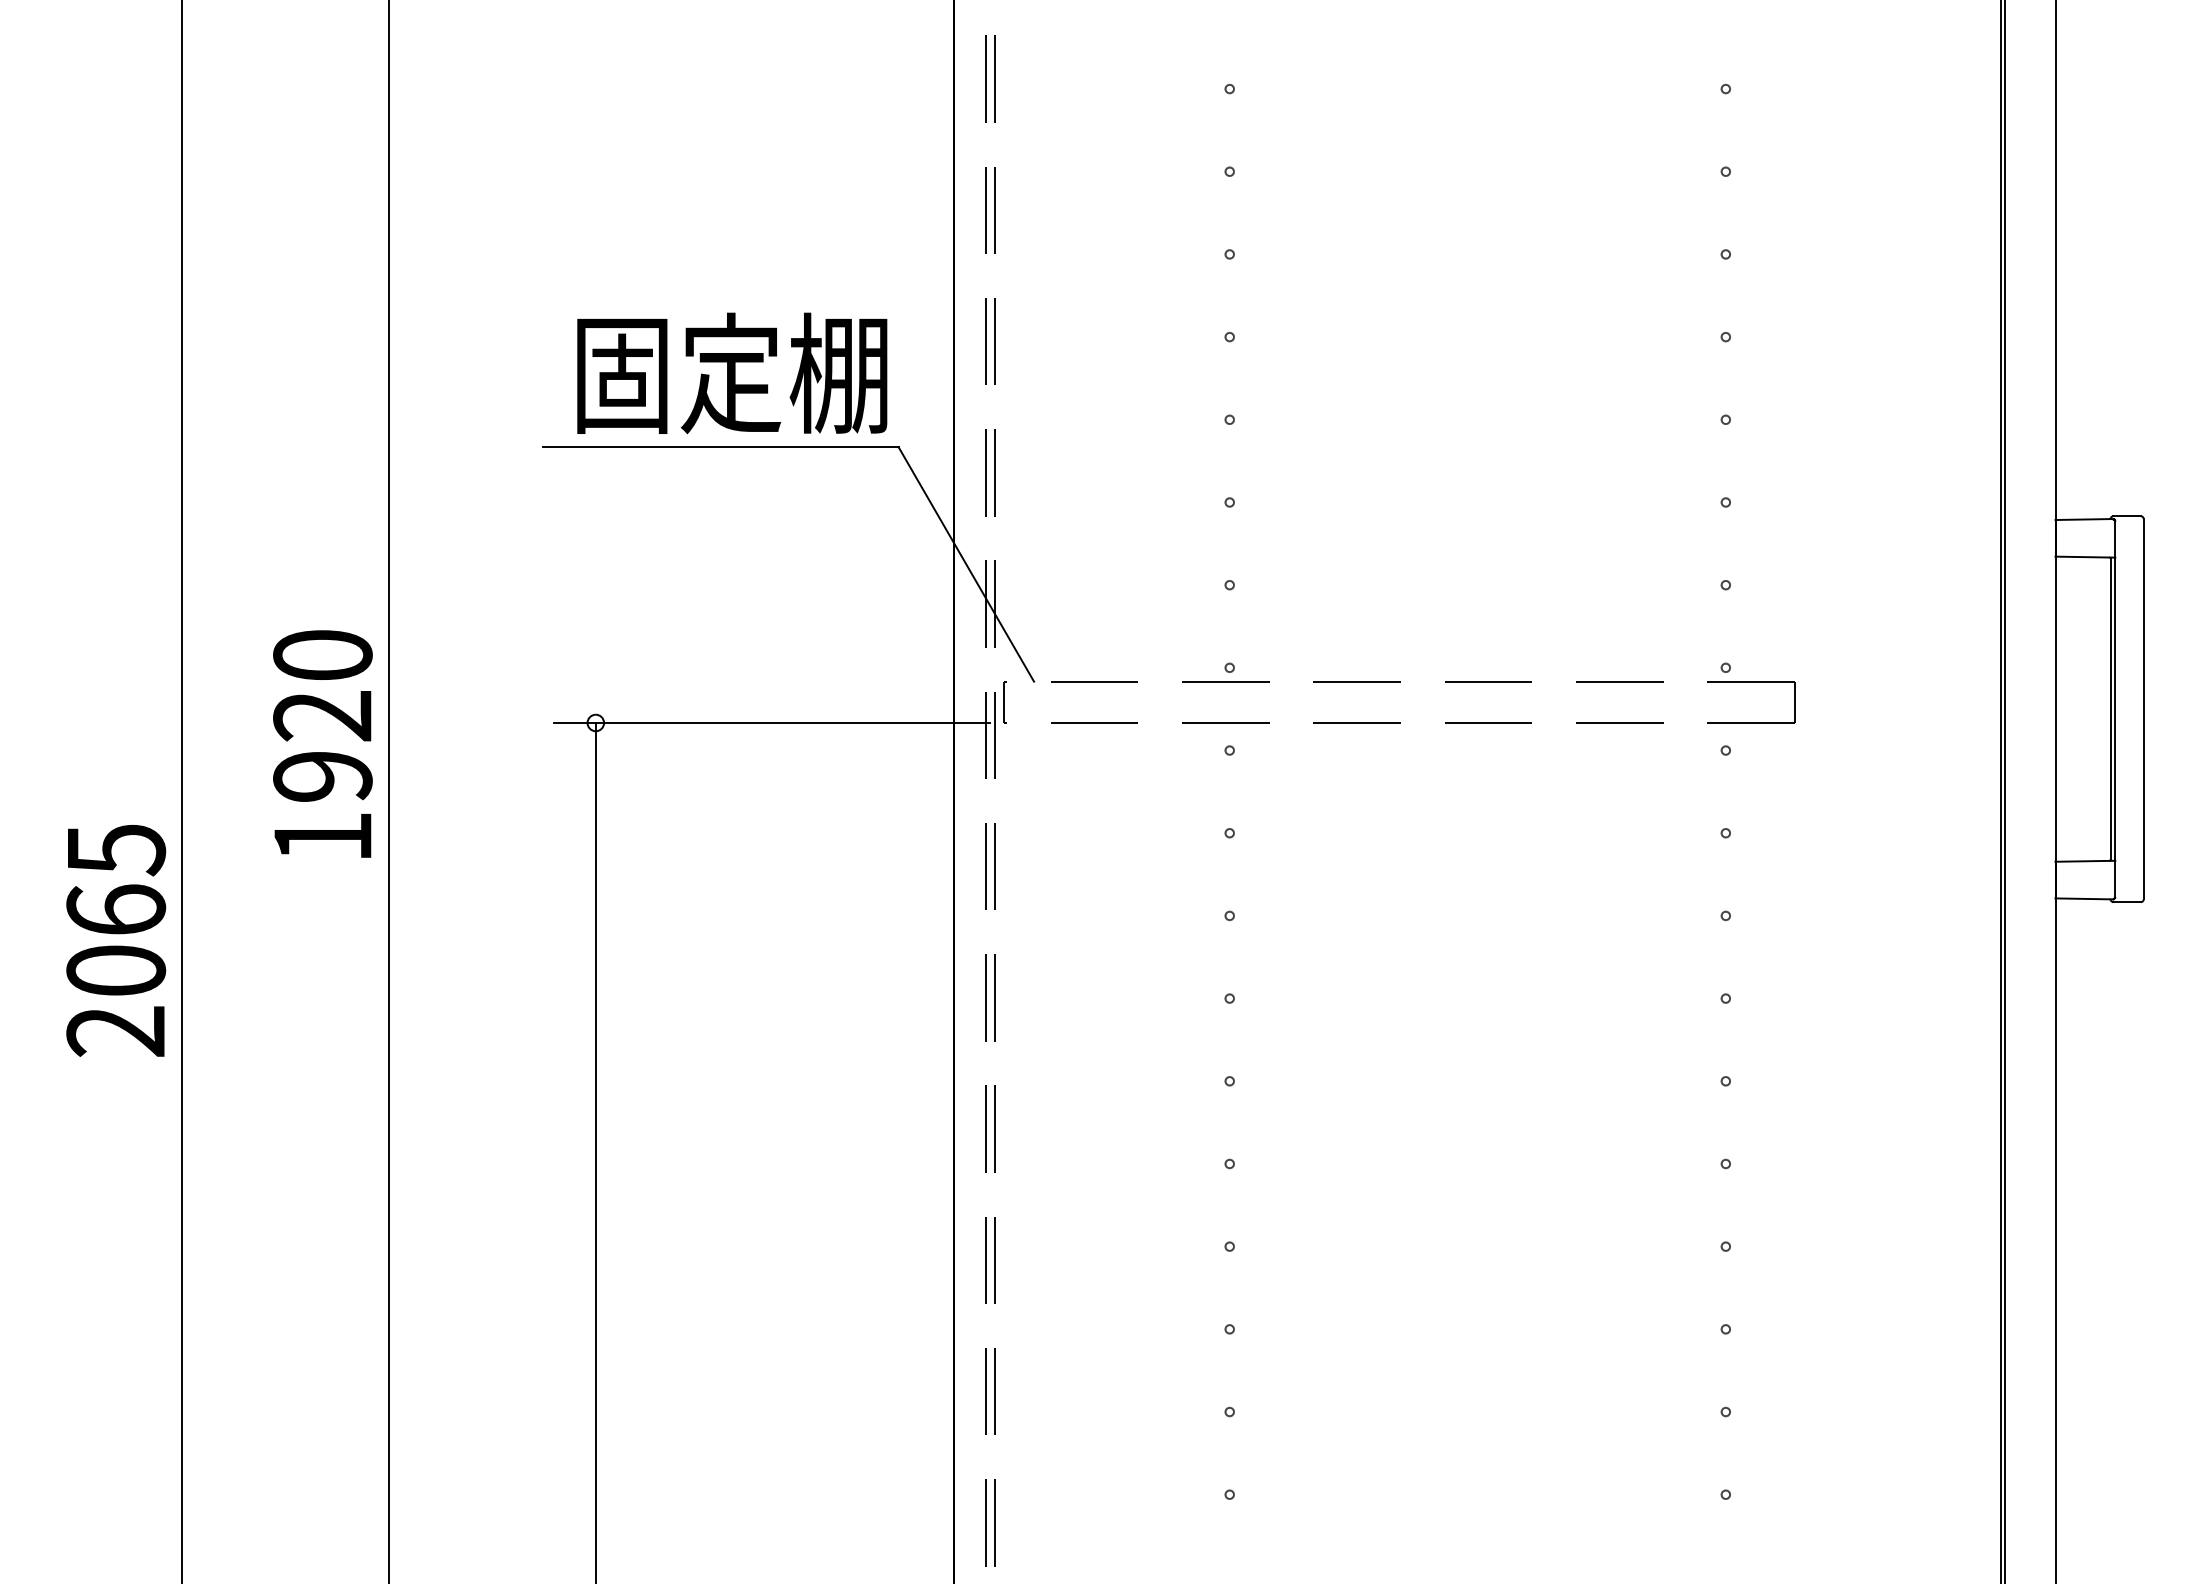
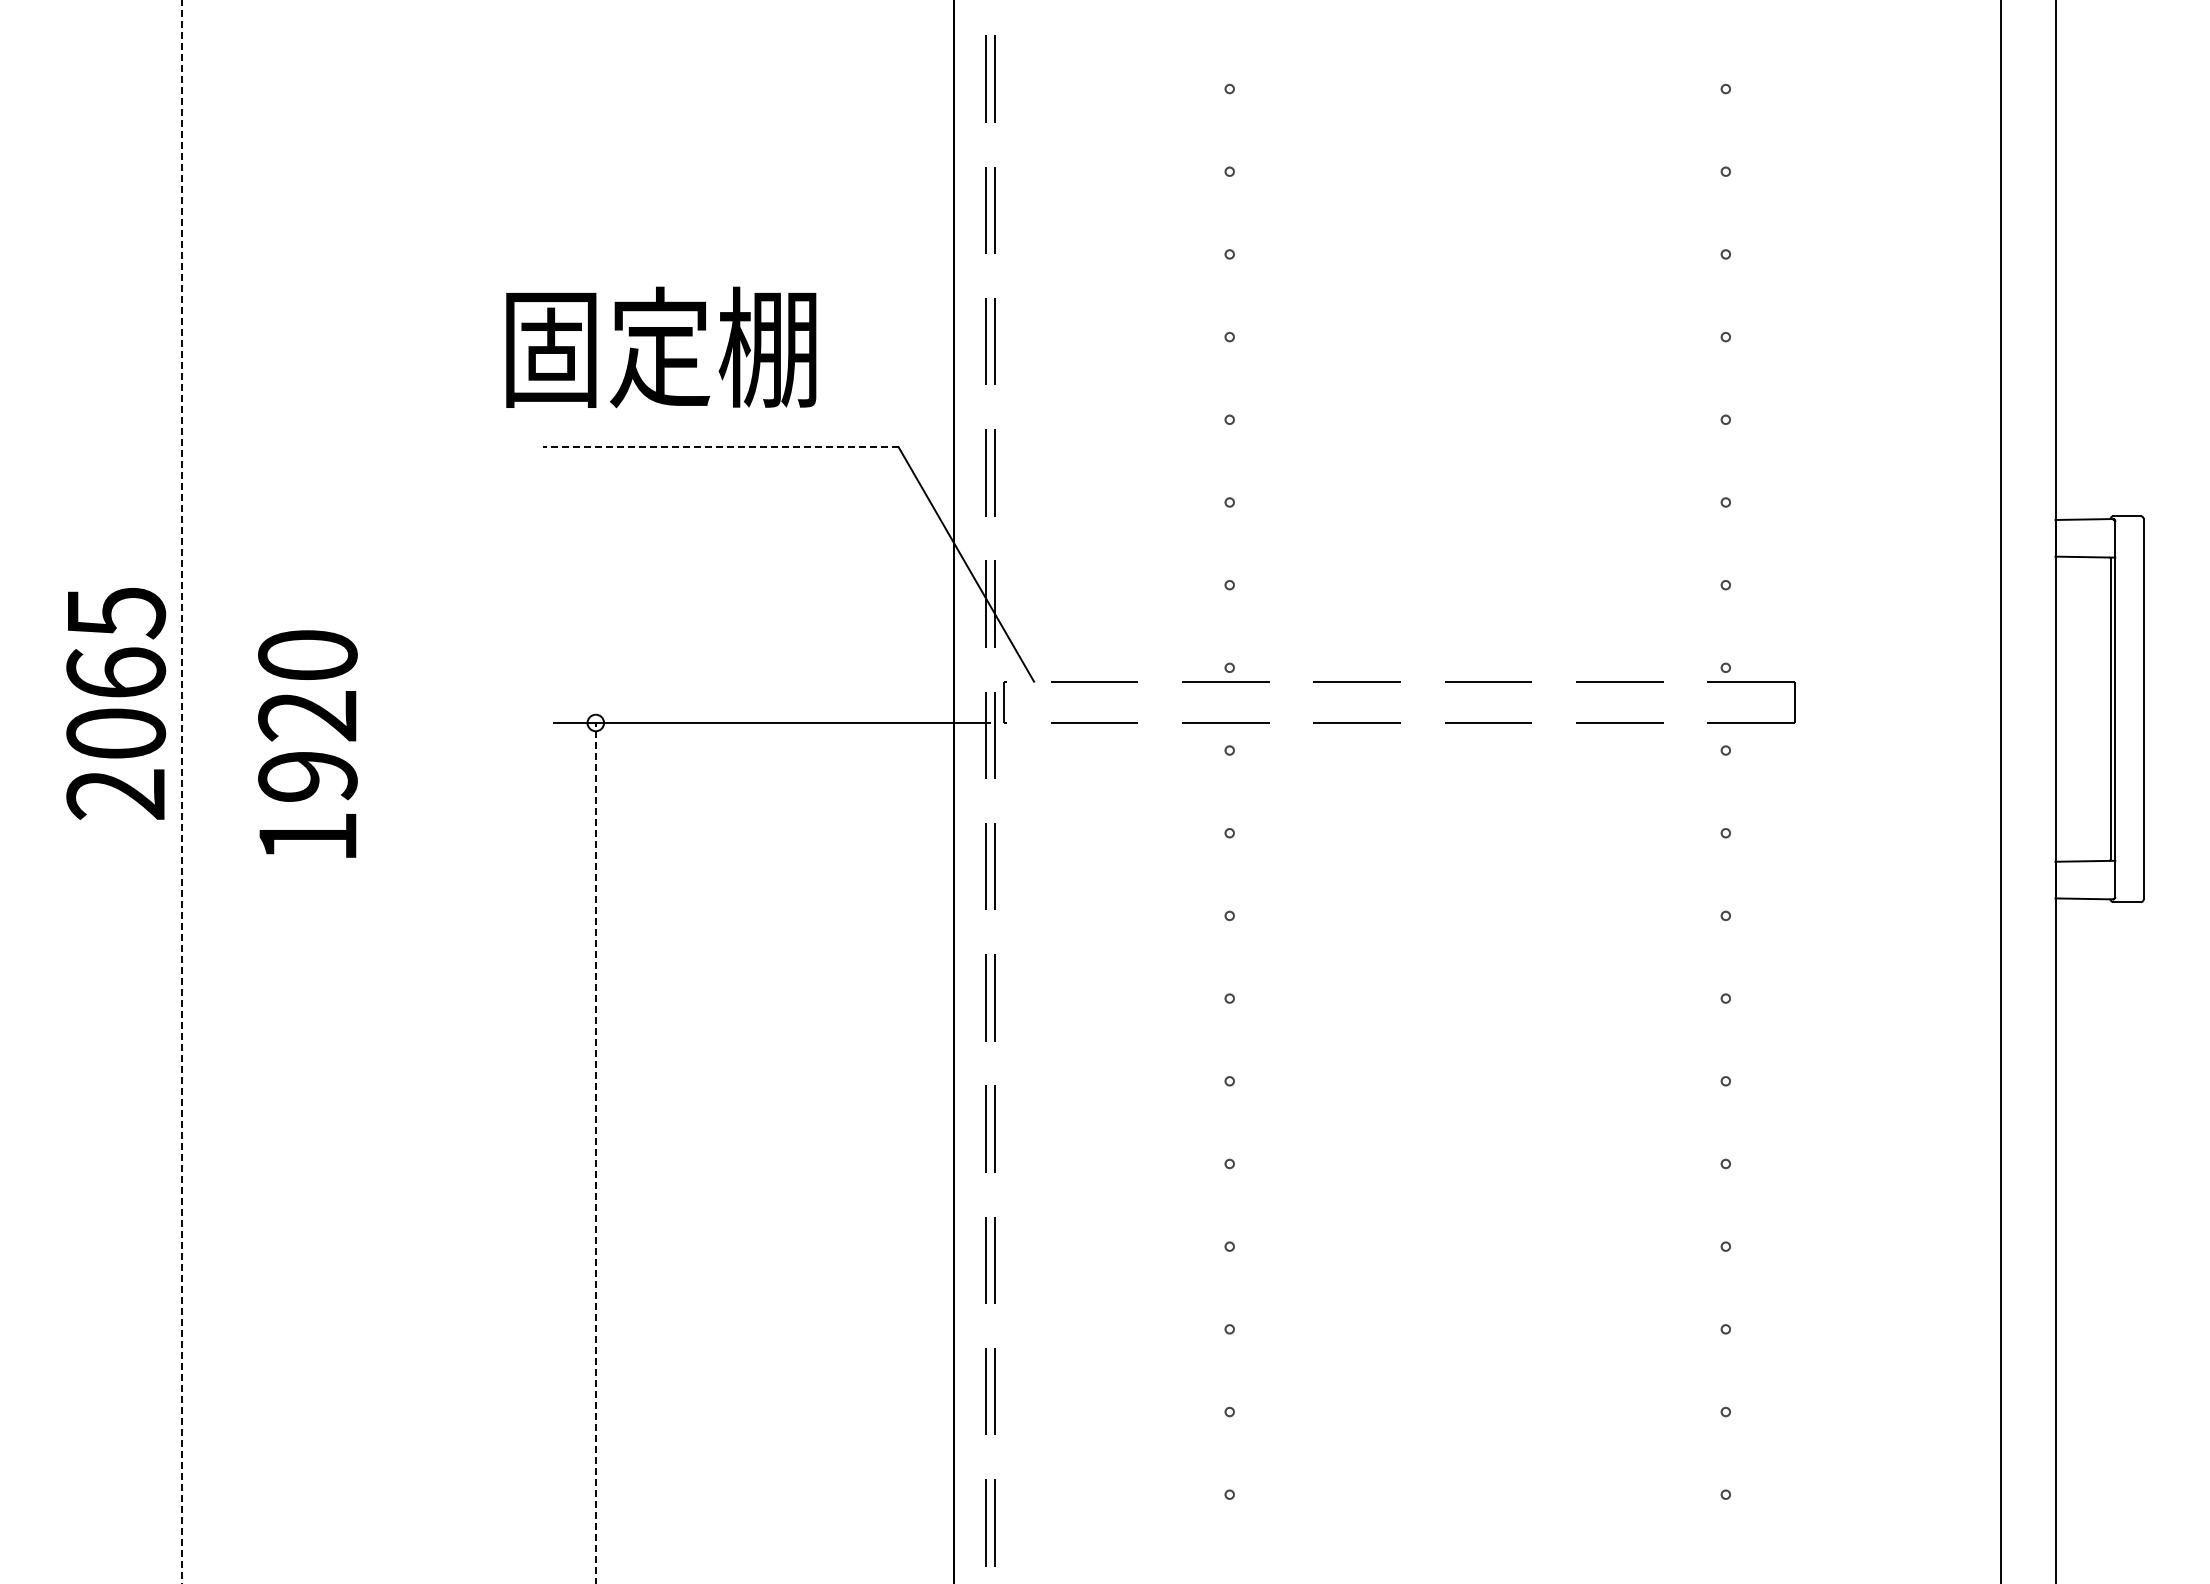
text at (732, 373) position: (732, 373) -> (661, 347)
line at (721, 447): solid -> dashed
text at (322, 743) position: (322, 743) -> (307, 743)
line at (389, 791): present -> none
line at (2004, 791): present -> none
line at (182, 792): solid -> dashed
text at (116, 940) position: (116, 940) -> (116, 703)
line at (595, 1152): solid -> dashed
